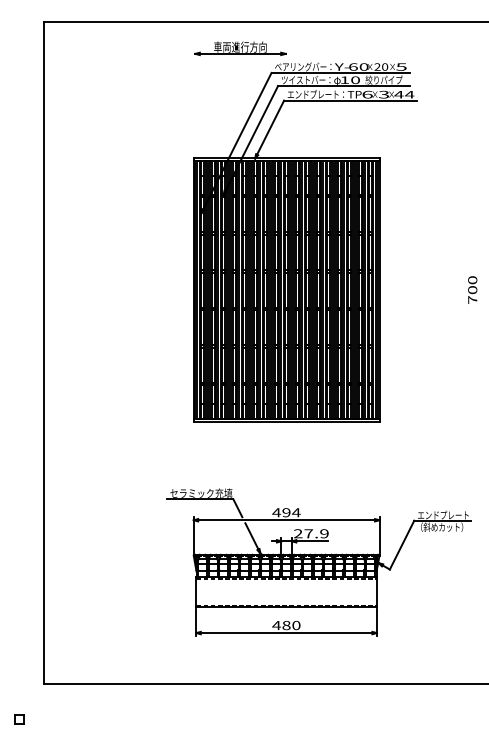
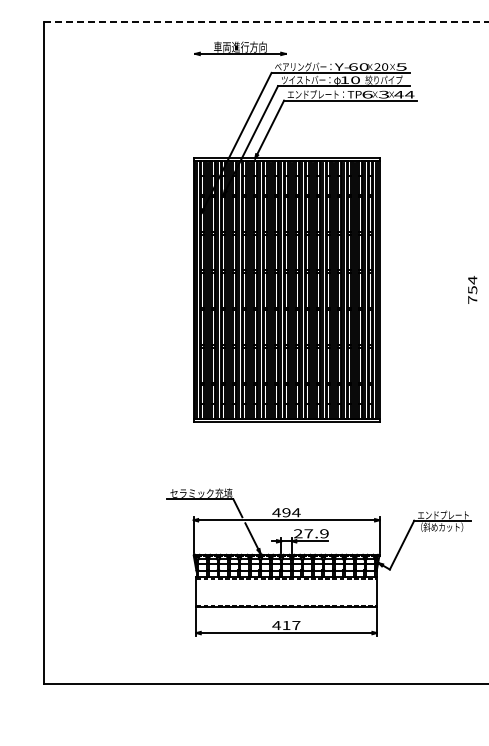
line at (266, 22): solid -> dashed
text at (472, 284): 700 -> 754
text at (291, 625): 480 -> 417
part at (19, 719): present -> none
